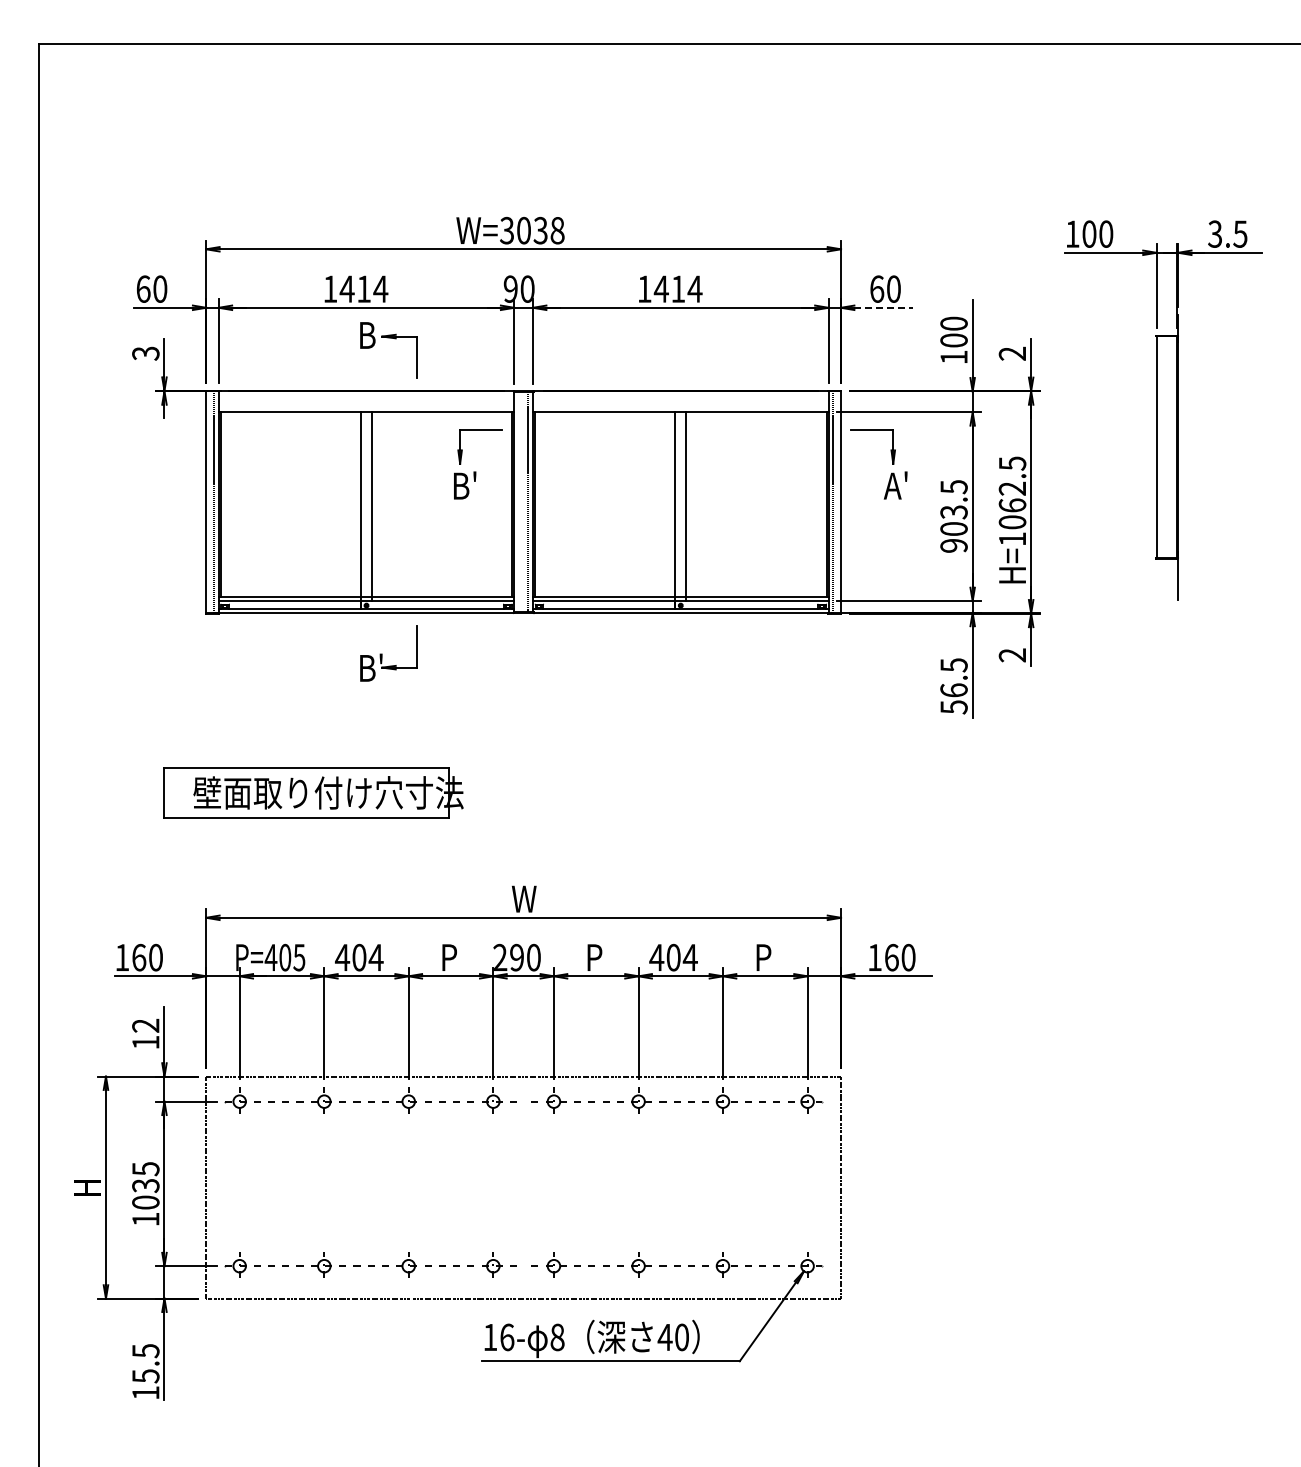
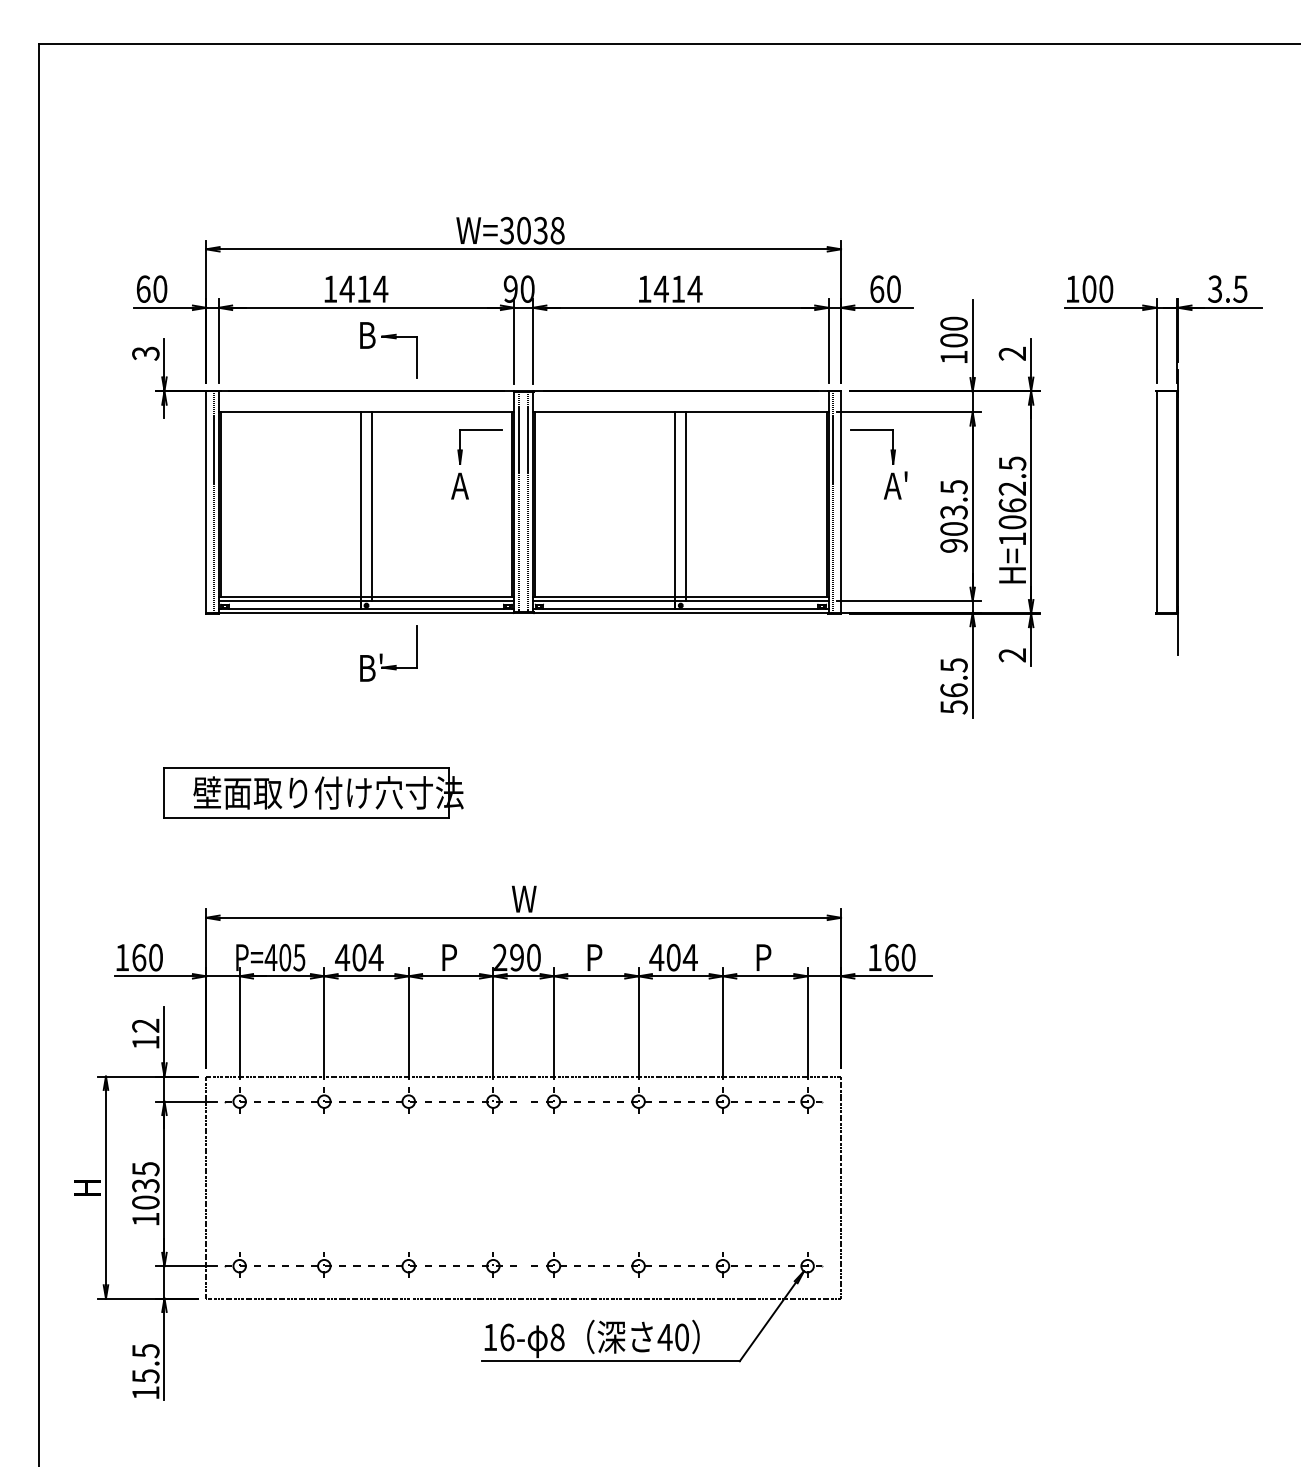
line at (884, 307): dashed -> solid
part at (1163, 410) position: (1163, 410) -> (1163, 465)
text at (463, 485): B' -> A
line at (519, 501): none -> present
